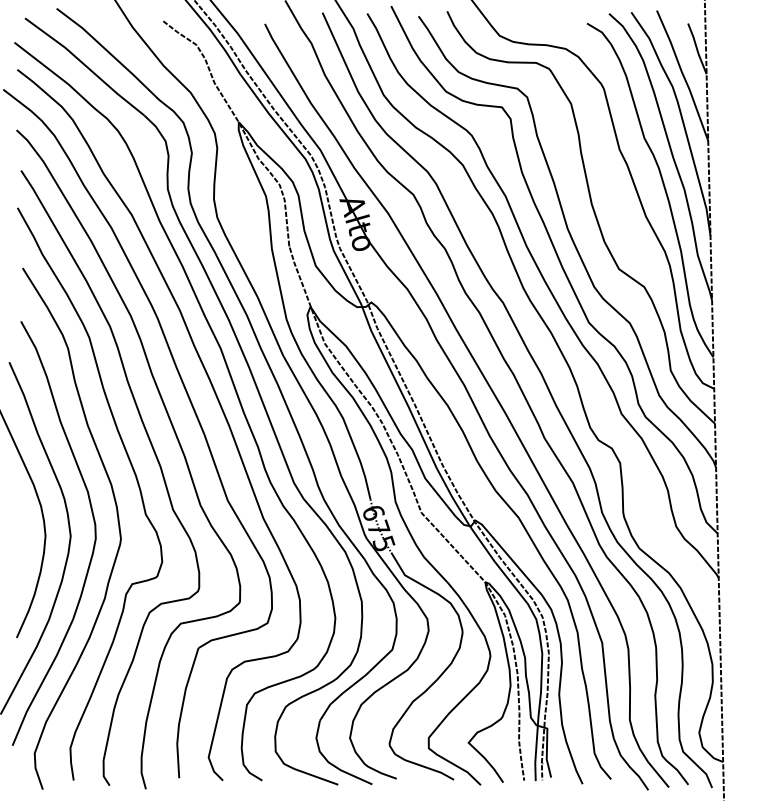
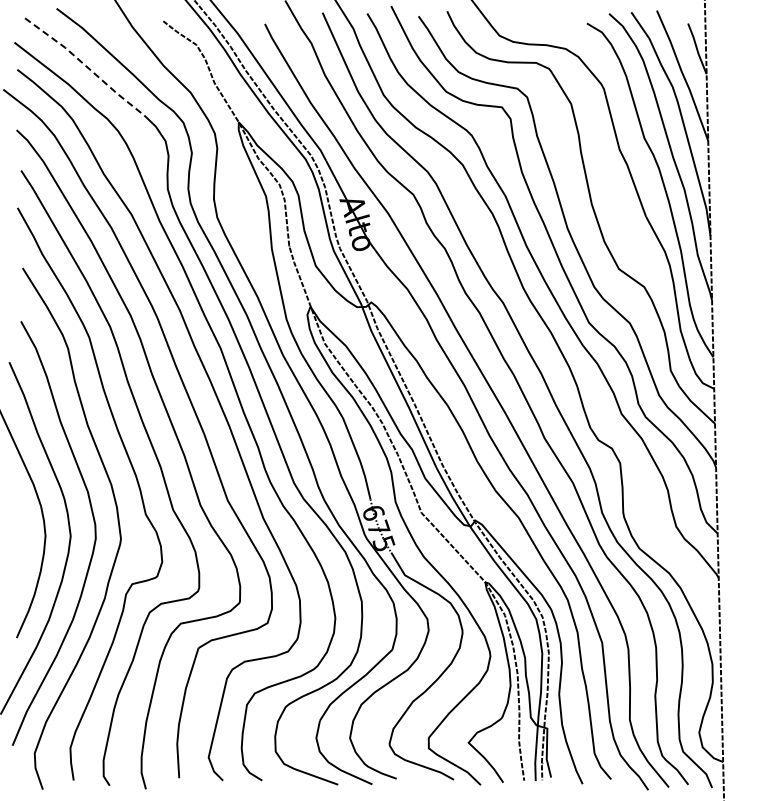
line at (86, 66): solid -> dashed
